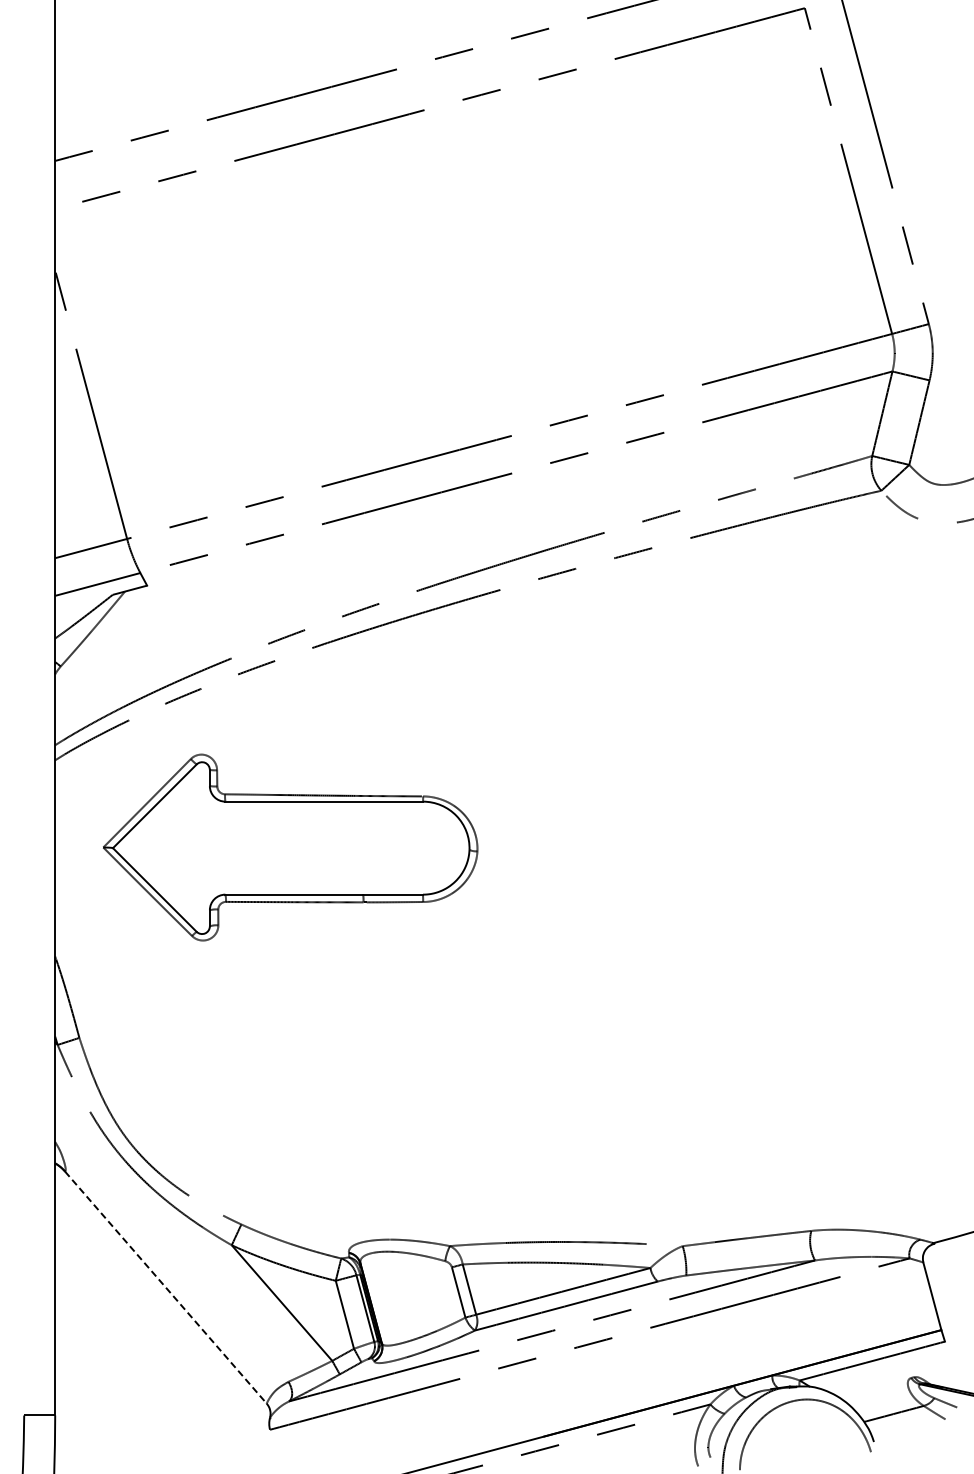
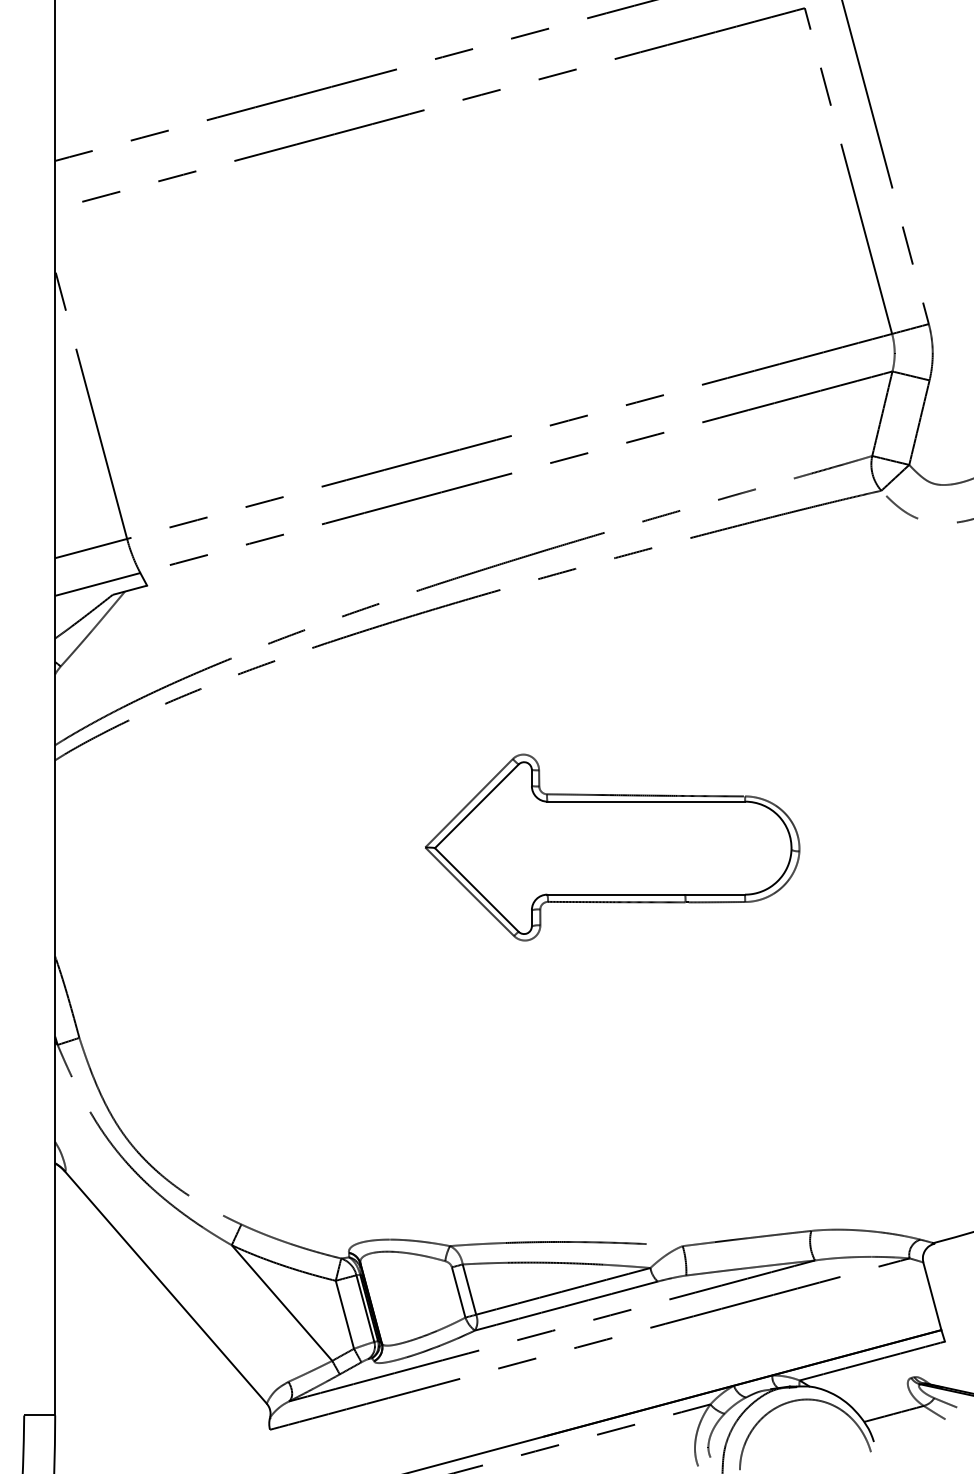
part at (290, 847) position: (290, 847) -> (612, 847)
line at (165, 1287): dashed -> solid
